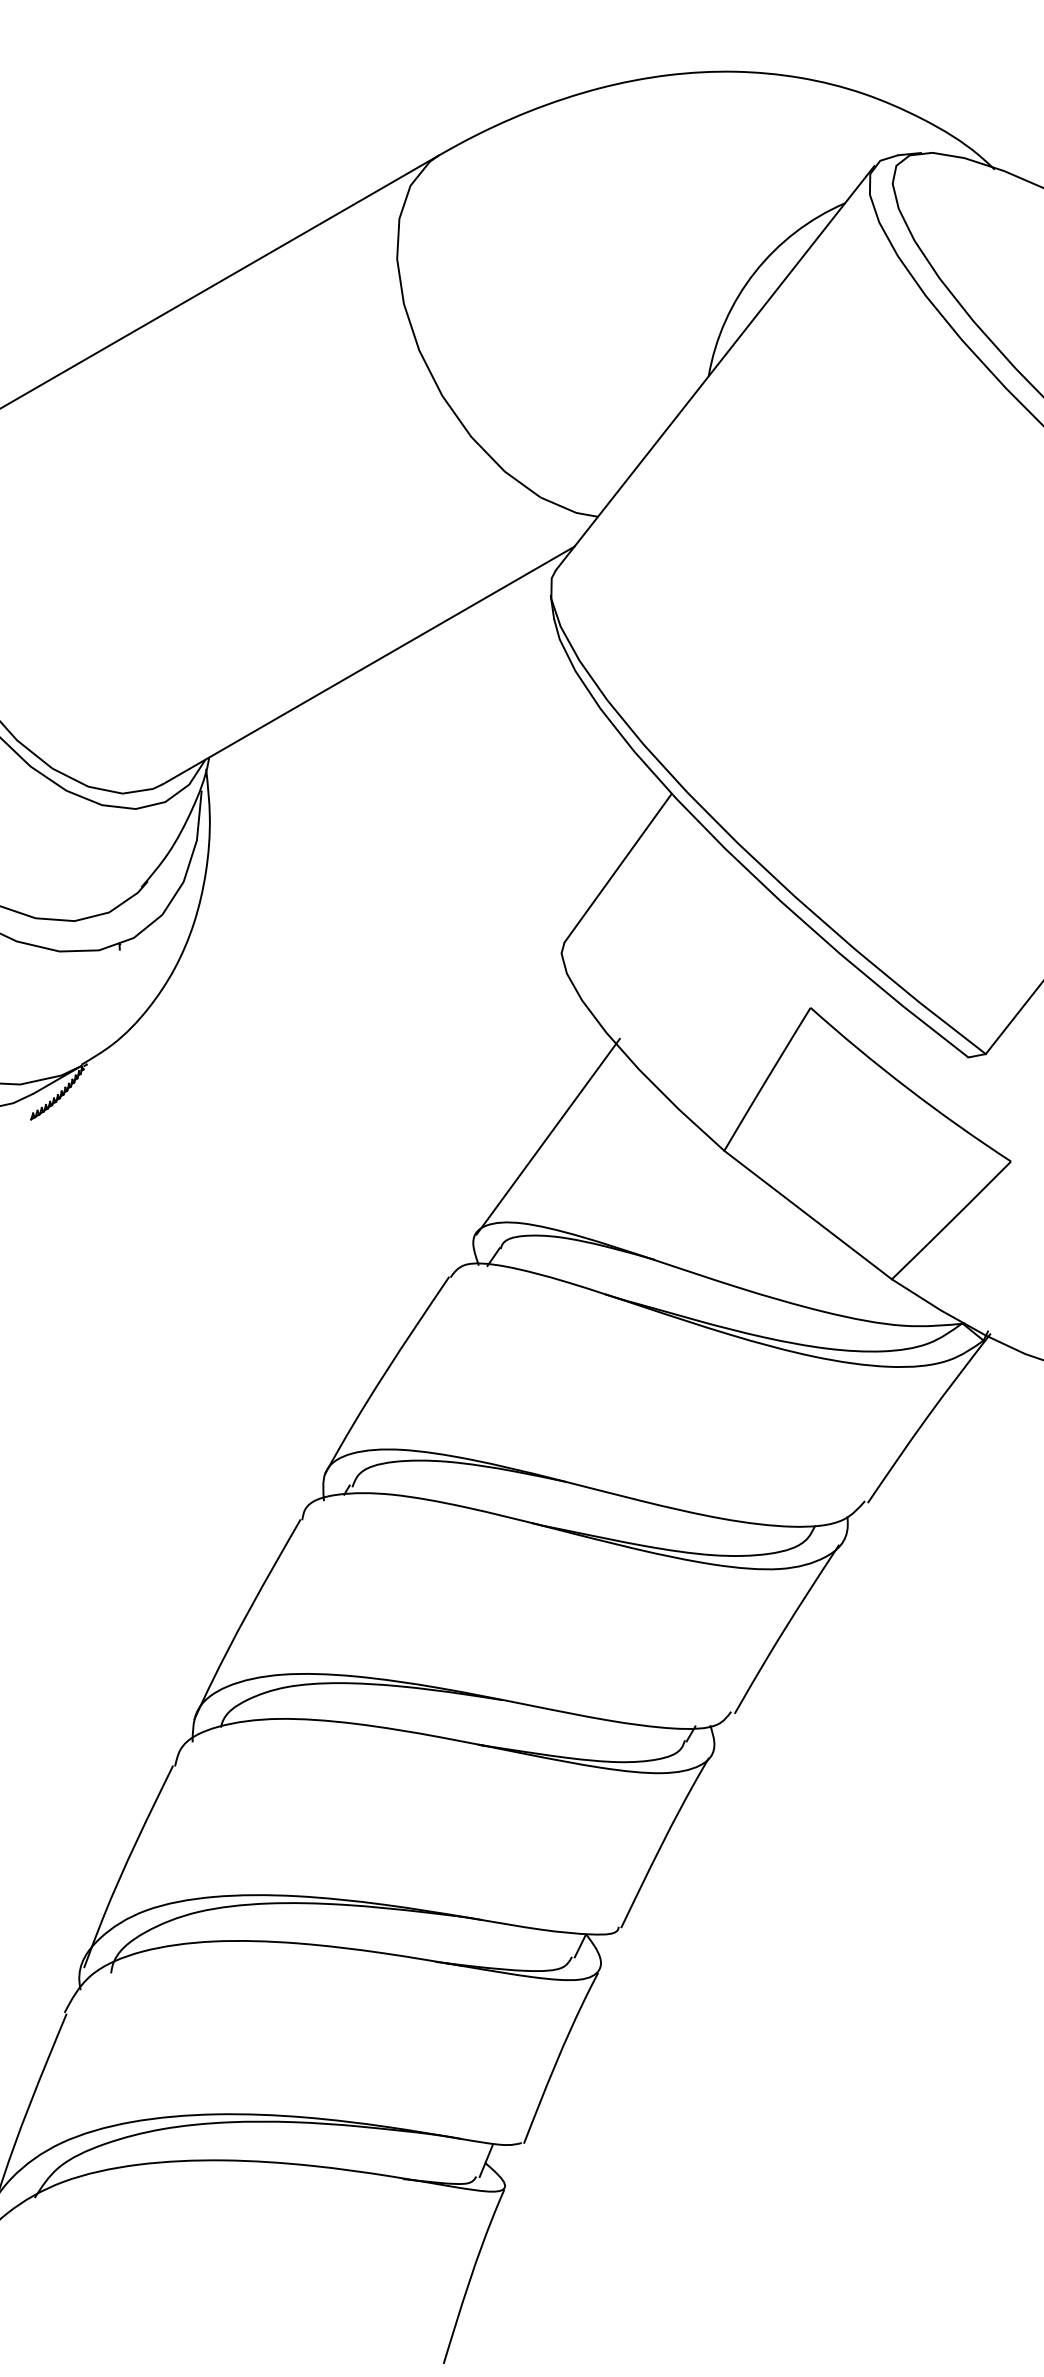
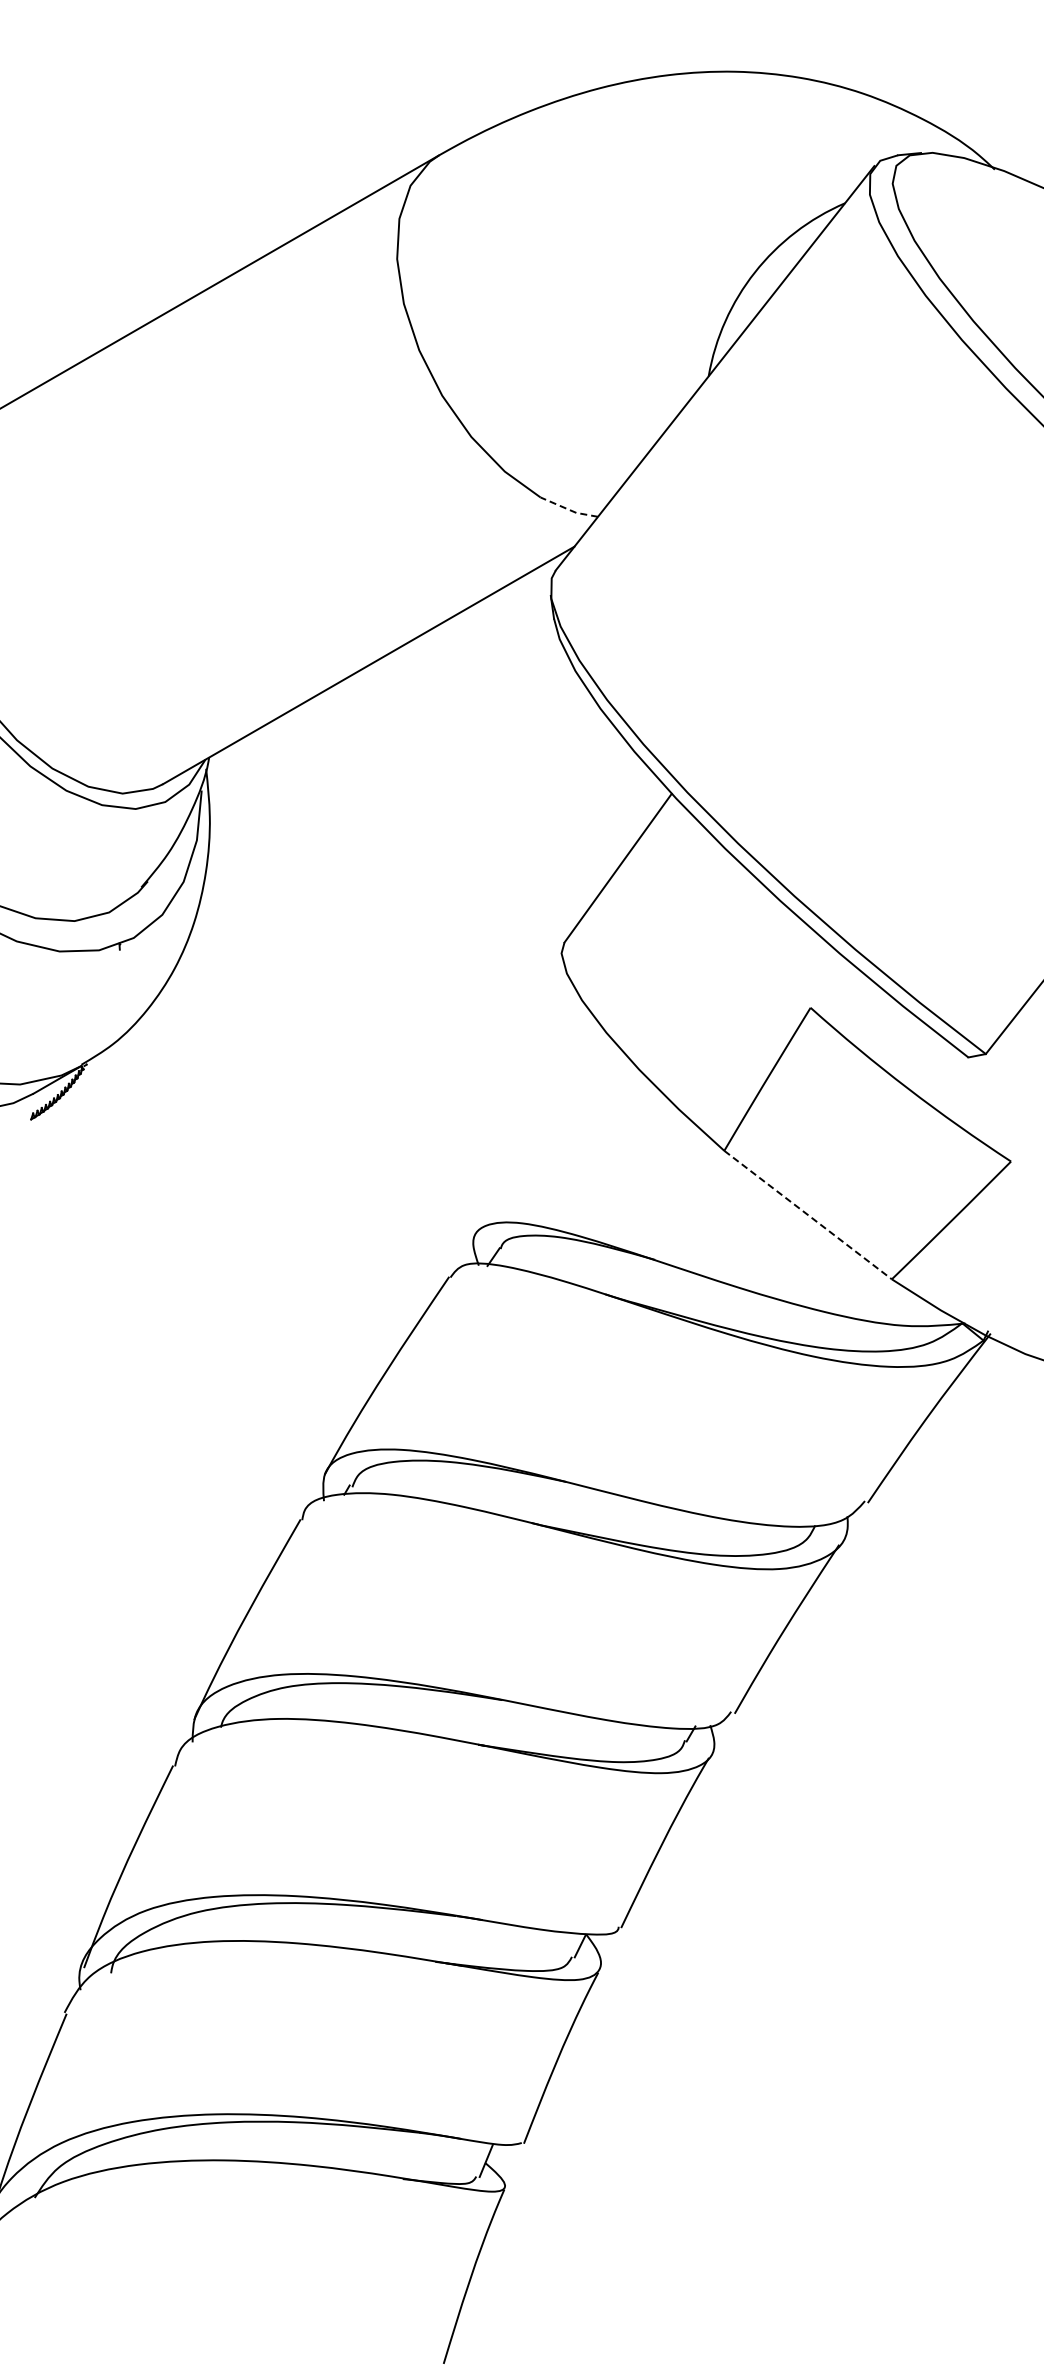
line at (569, 509): solid -> dashed
line at (547, 1136): present -> none
line at (808, 1215): solid -> dashed
